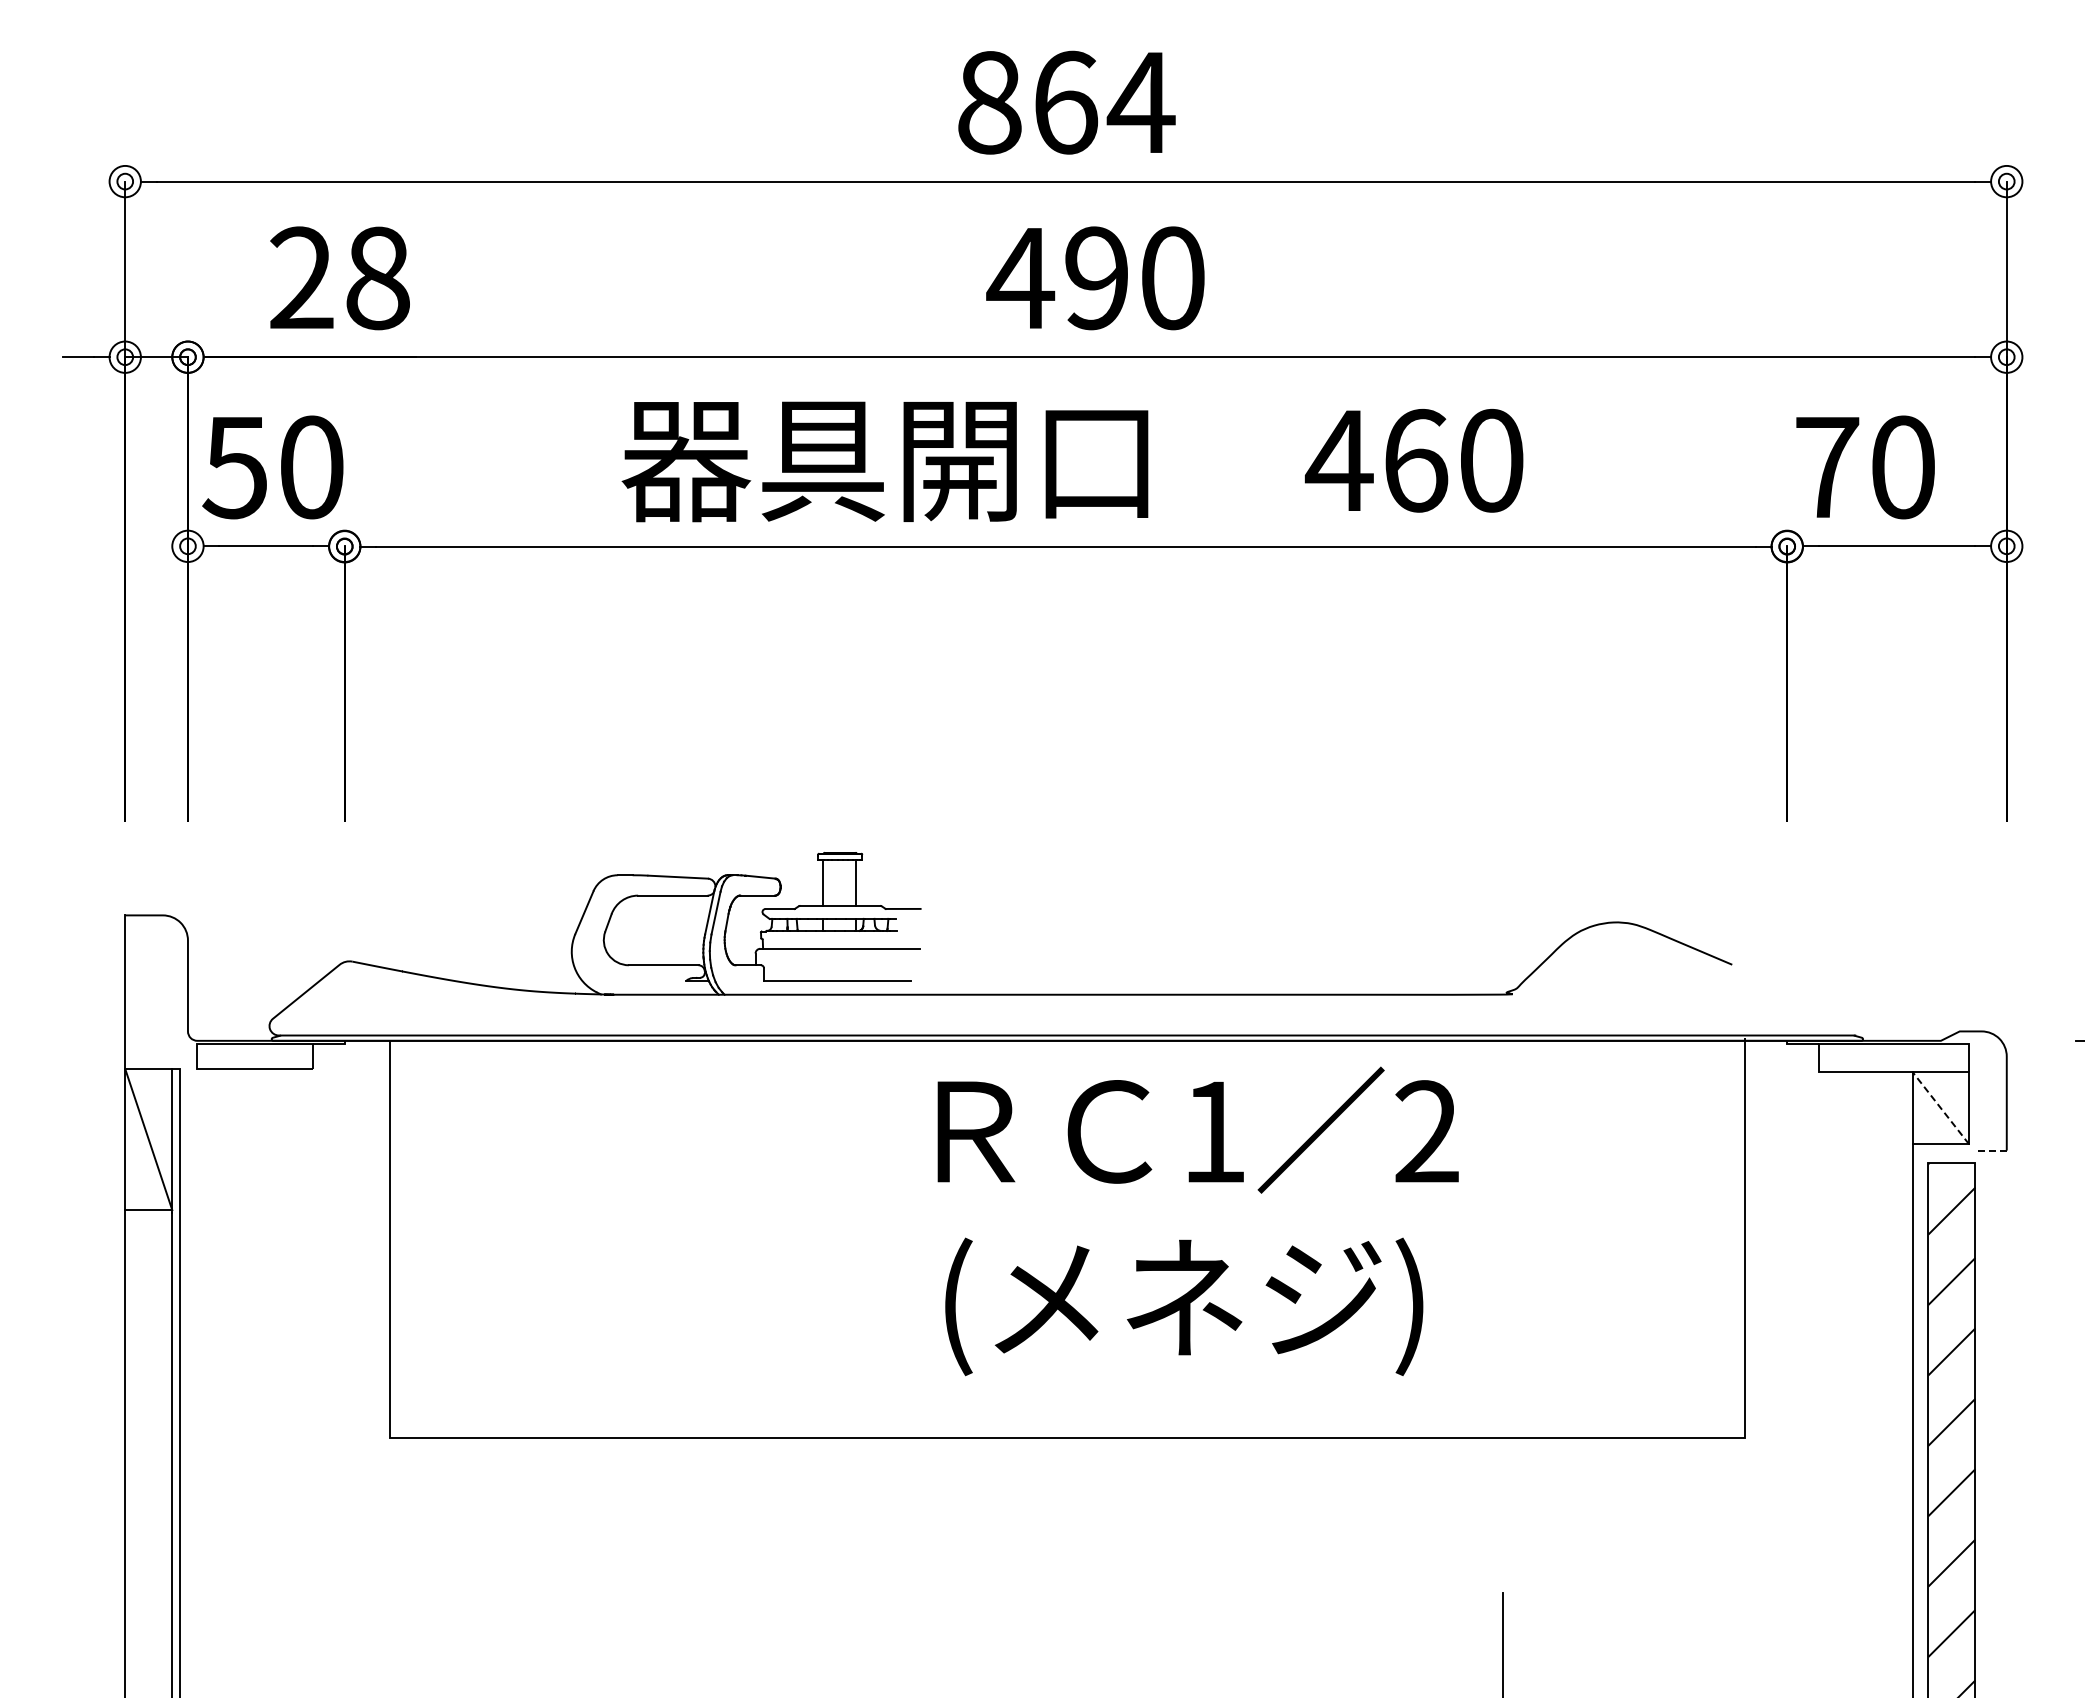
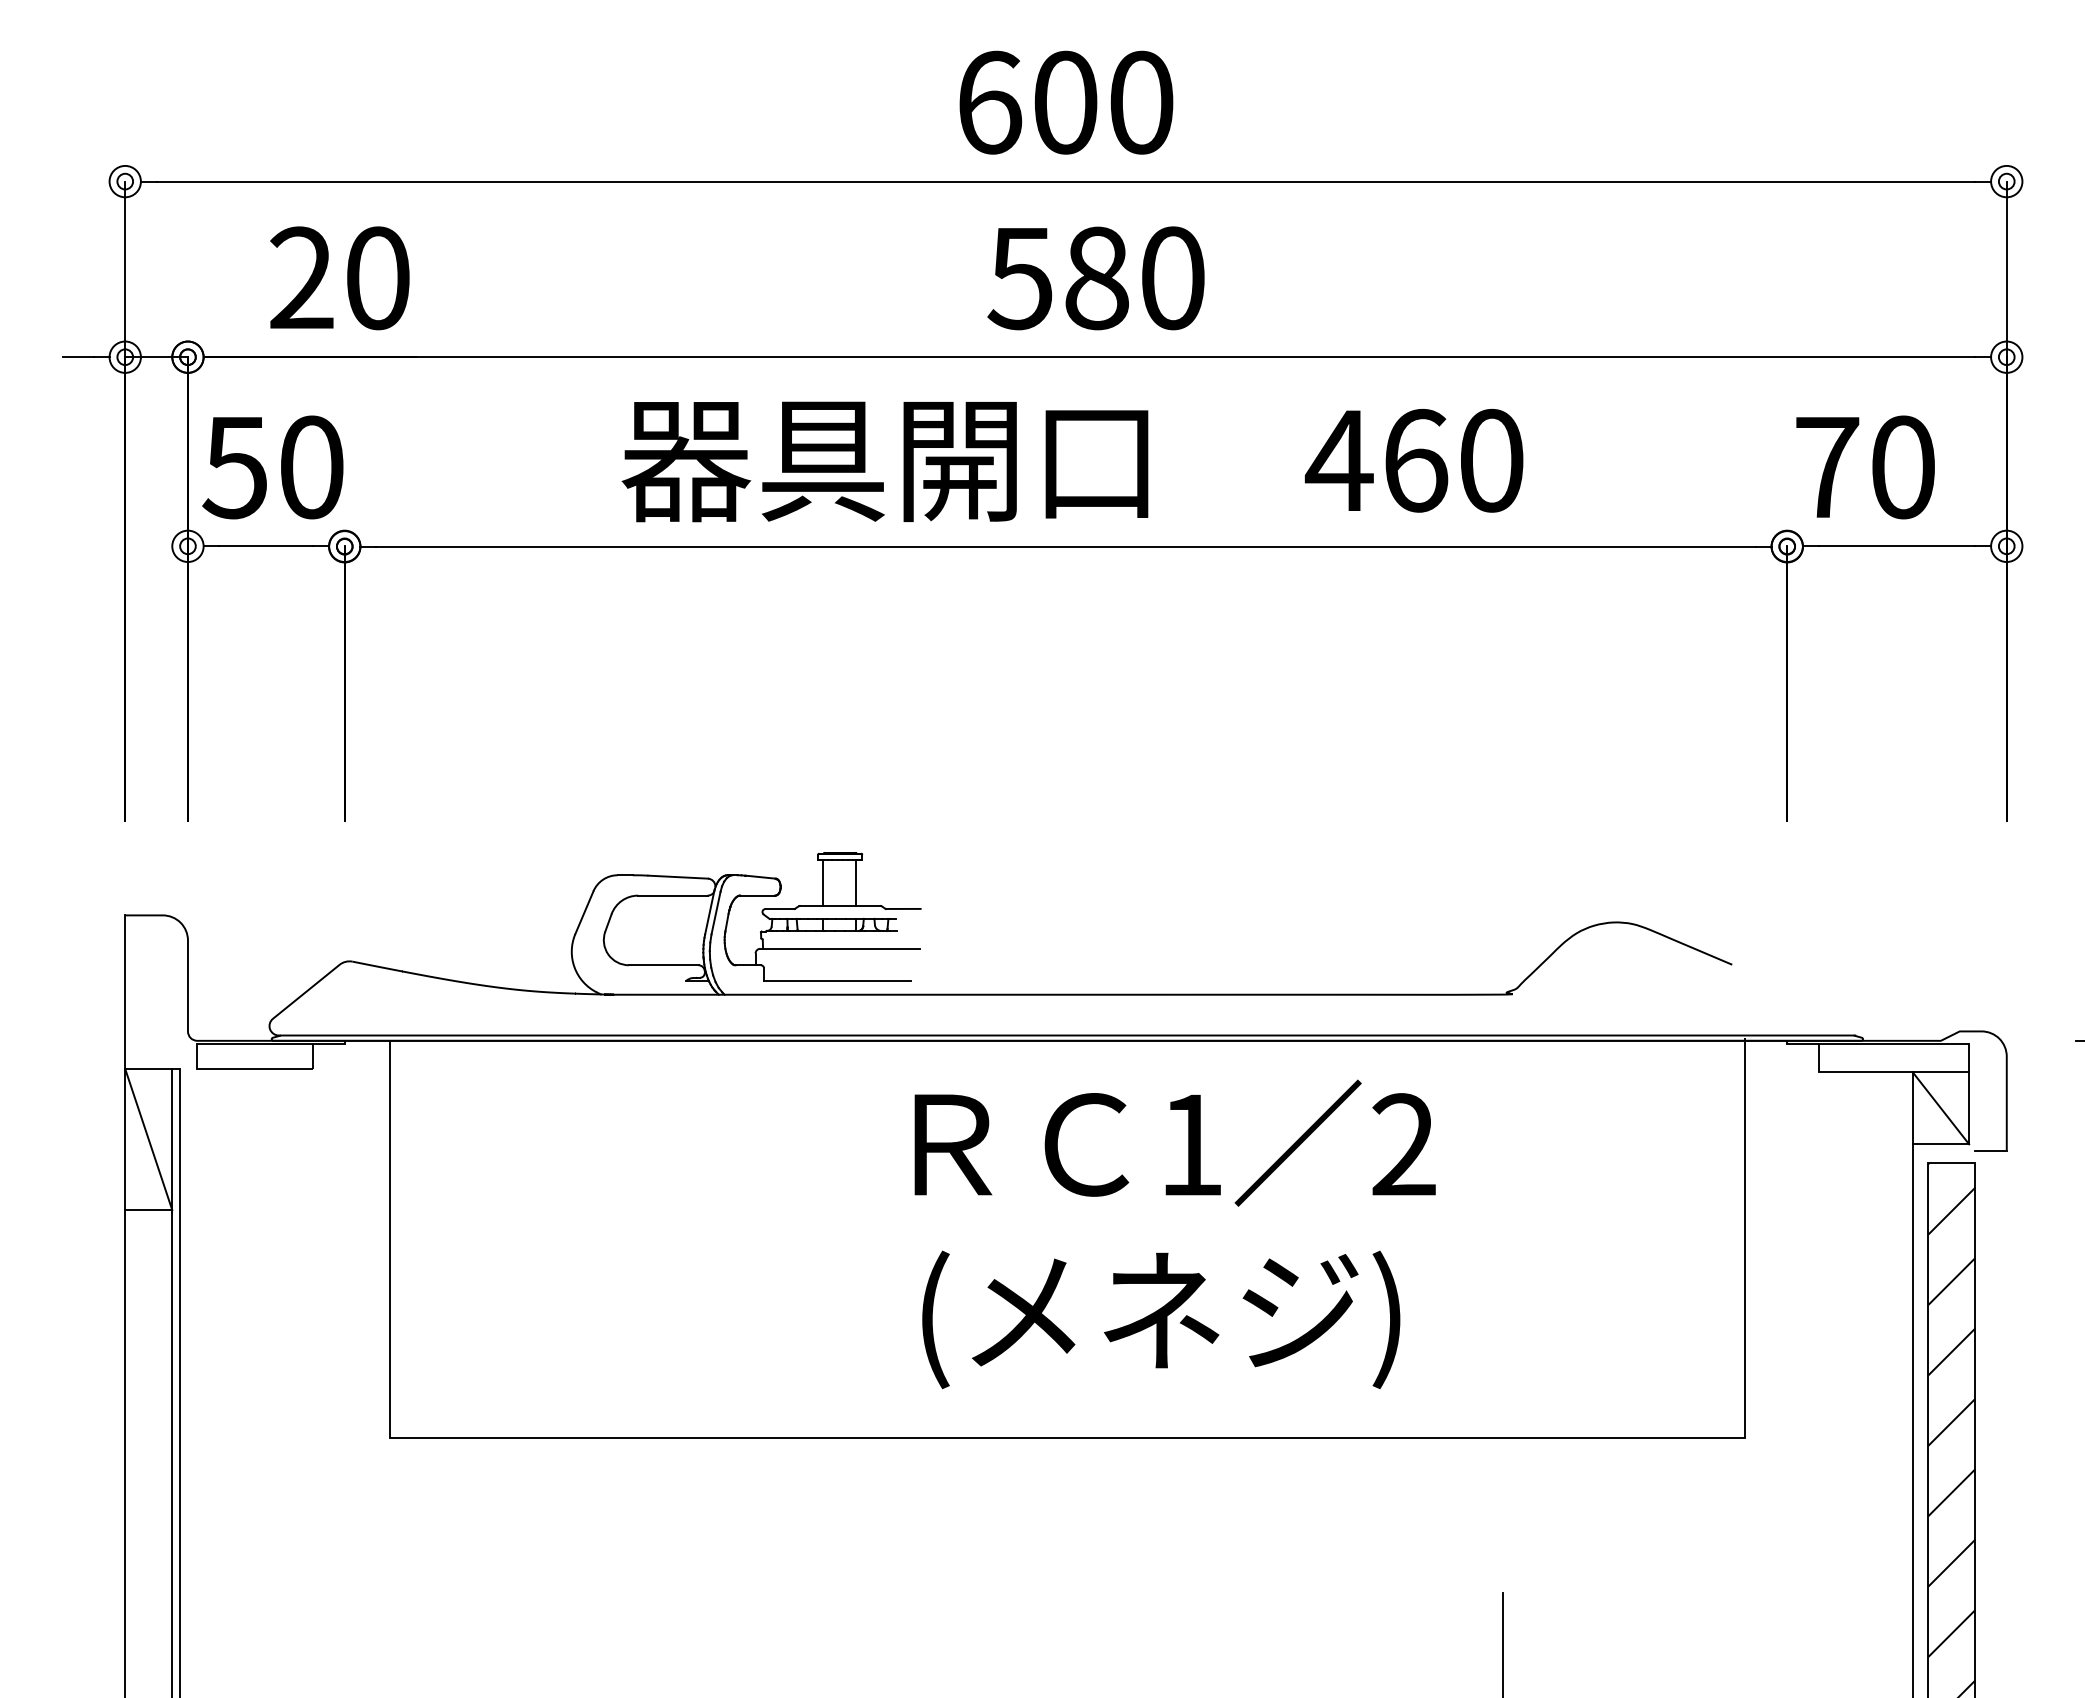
text at (1066, 102): 864 -> 600
text at (377, 278): 28 -> 20
text at (1057, 278): 490 -> 580
line at (1940, 1108): dashed -> solid
line at (1991, 1150): dashed -> solid
text at (1197, 1221) position: (1197, 1221) -> (1174, 1234)
